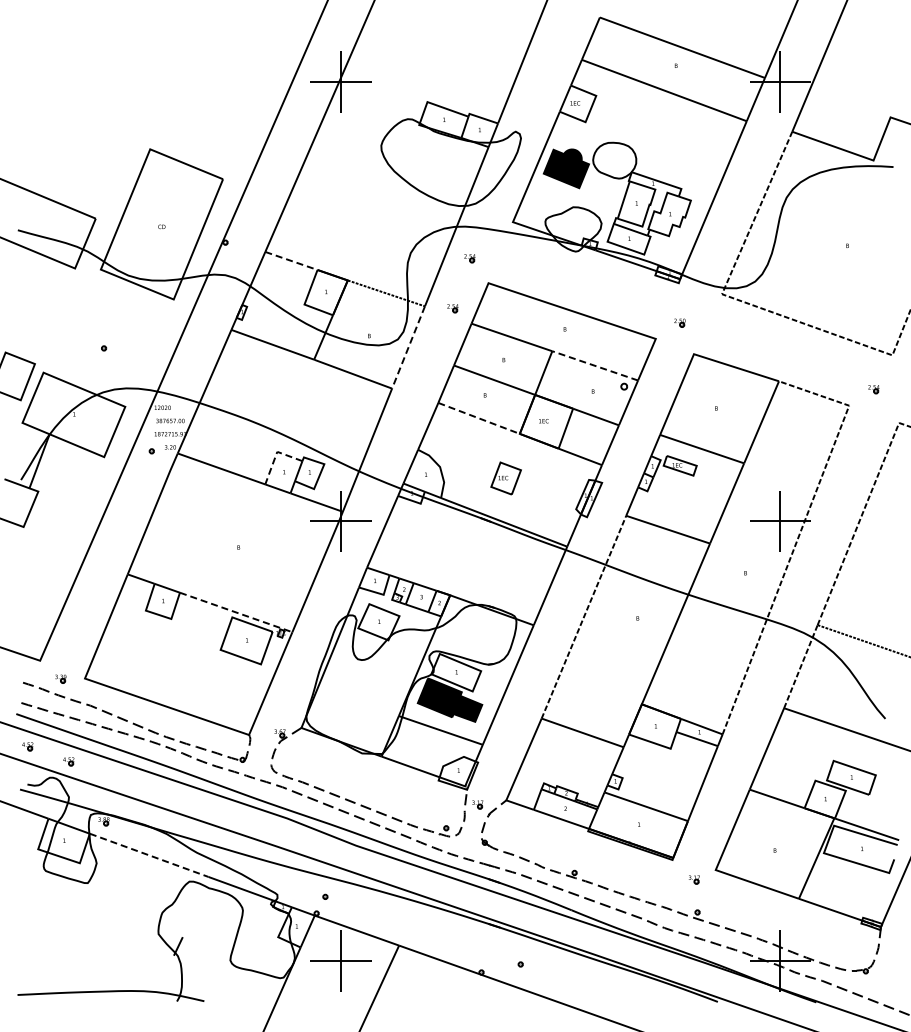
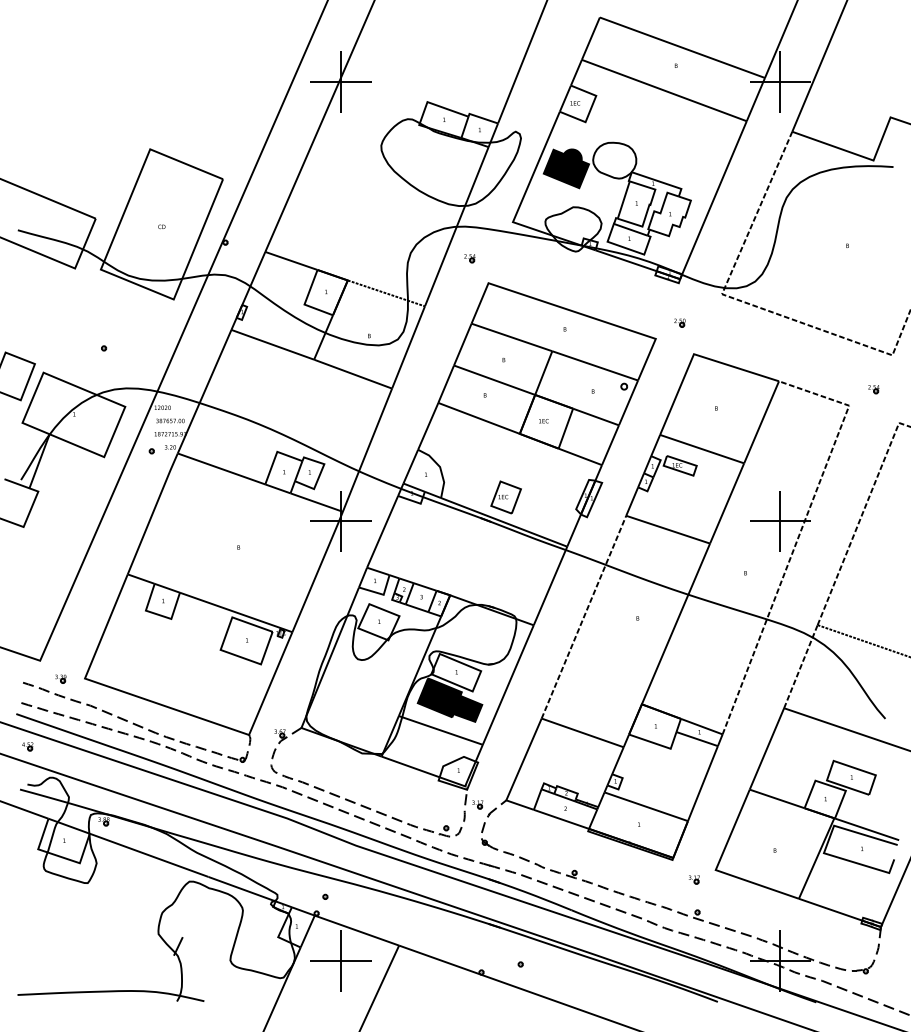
line at (291, 260): dashed -> solid
part at (452, 308): present -> none
line at (408, 347): dashed -> solid
line at (594, 365): dashed -> solid
line at (479, 418): dashed -> solid
line at (275, 455): dashed -> solid
part at (505, 478) position: (505, 478) -> (505, 497)
line at (236, 612): dashed -> solid
part at (68, 761): present -> none
line at (149, 855): dashed -> solid
